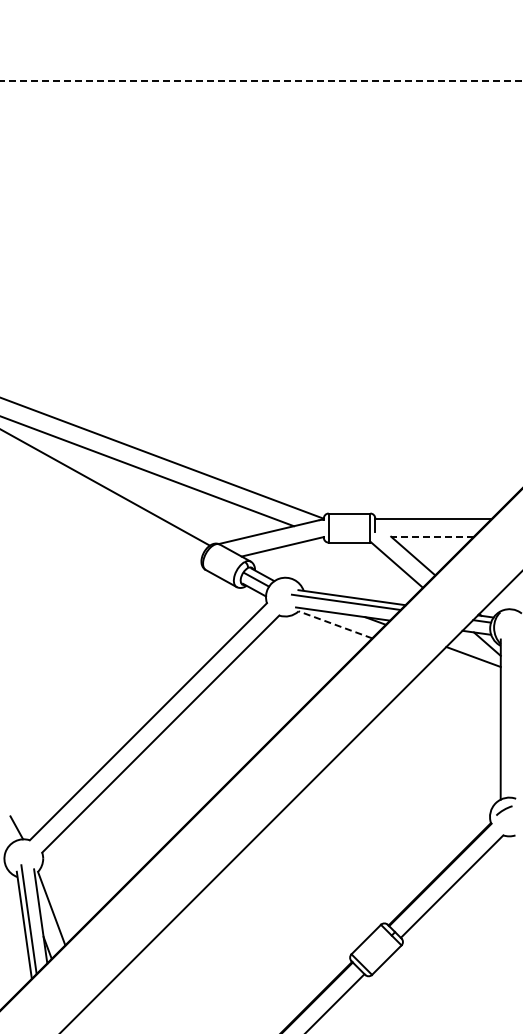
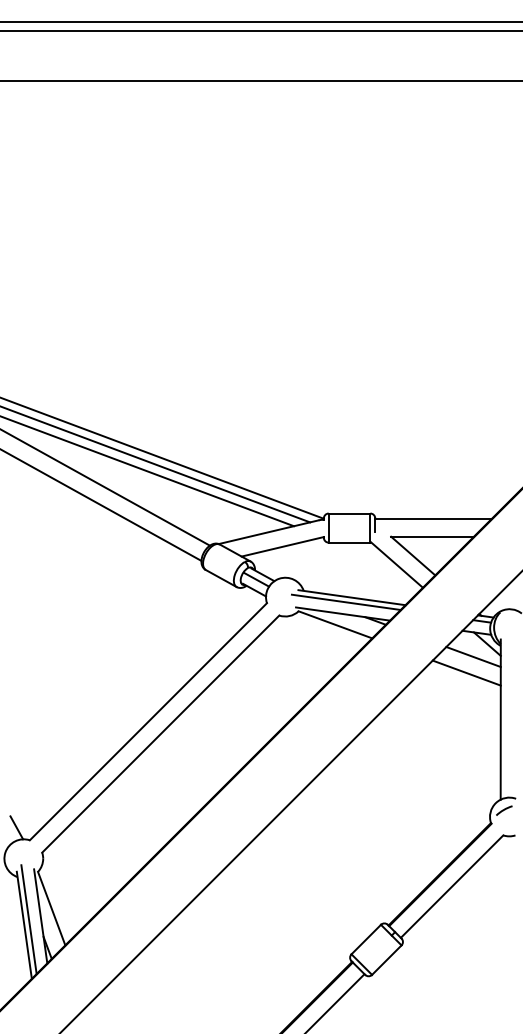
line at (260, 22): none -> present
line at (260, 31): none -> present
line at (261, 80): dashed -> solid
line at (156, 464): none -> present
line at (101, 505): none -> present
line at (432, 536): dashed -> solid
line at (335, 624): dashed -> solid
line at (466, 672): none -> present
